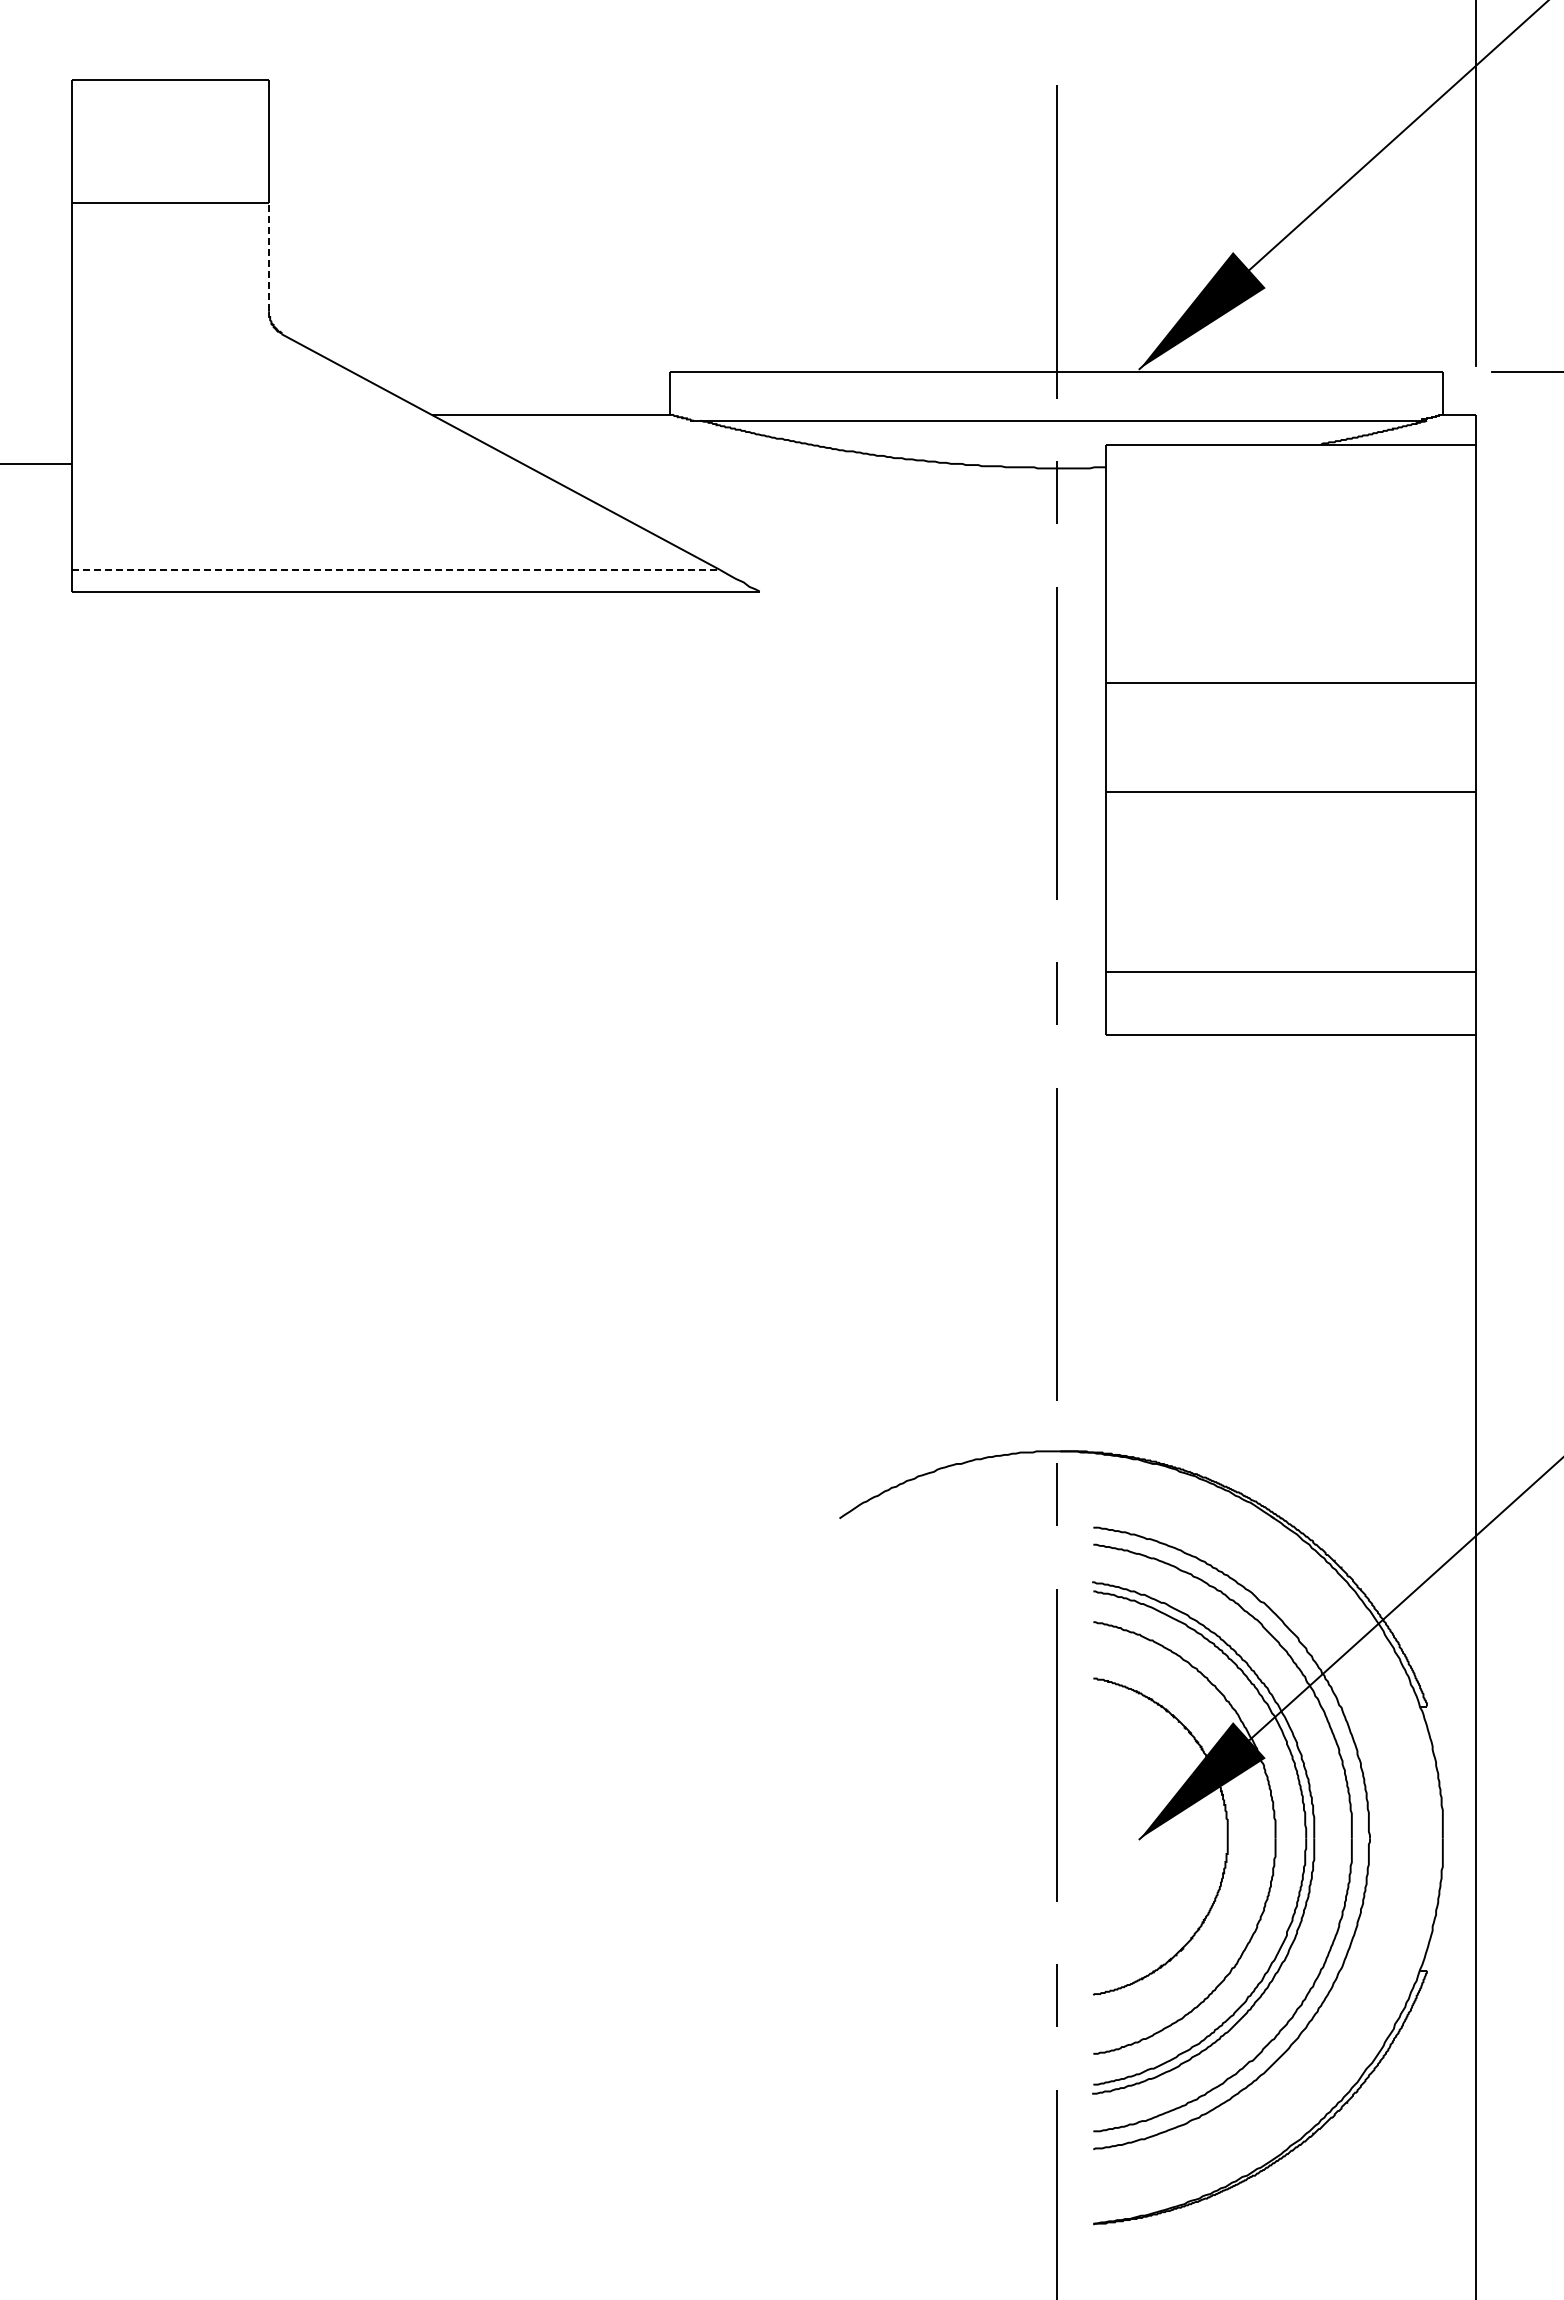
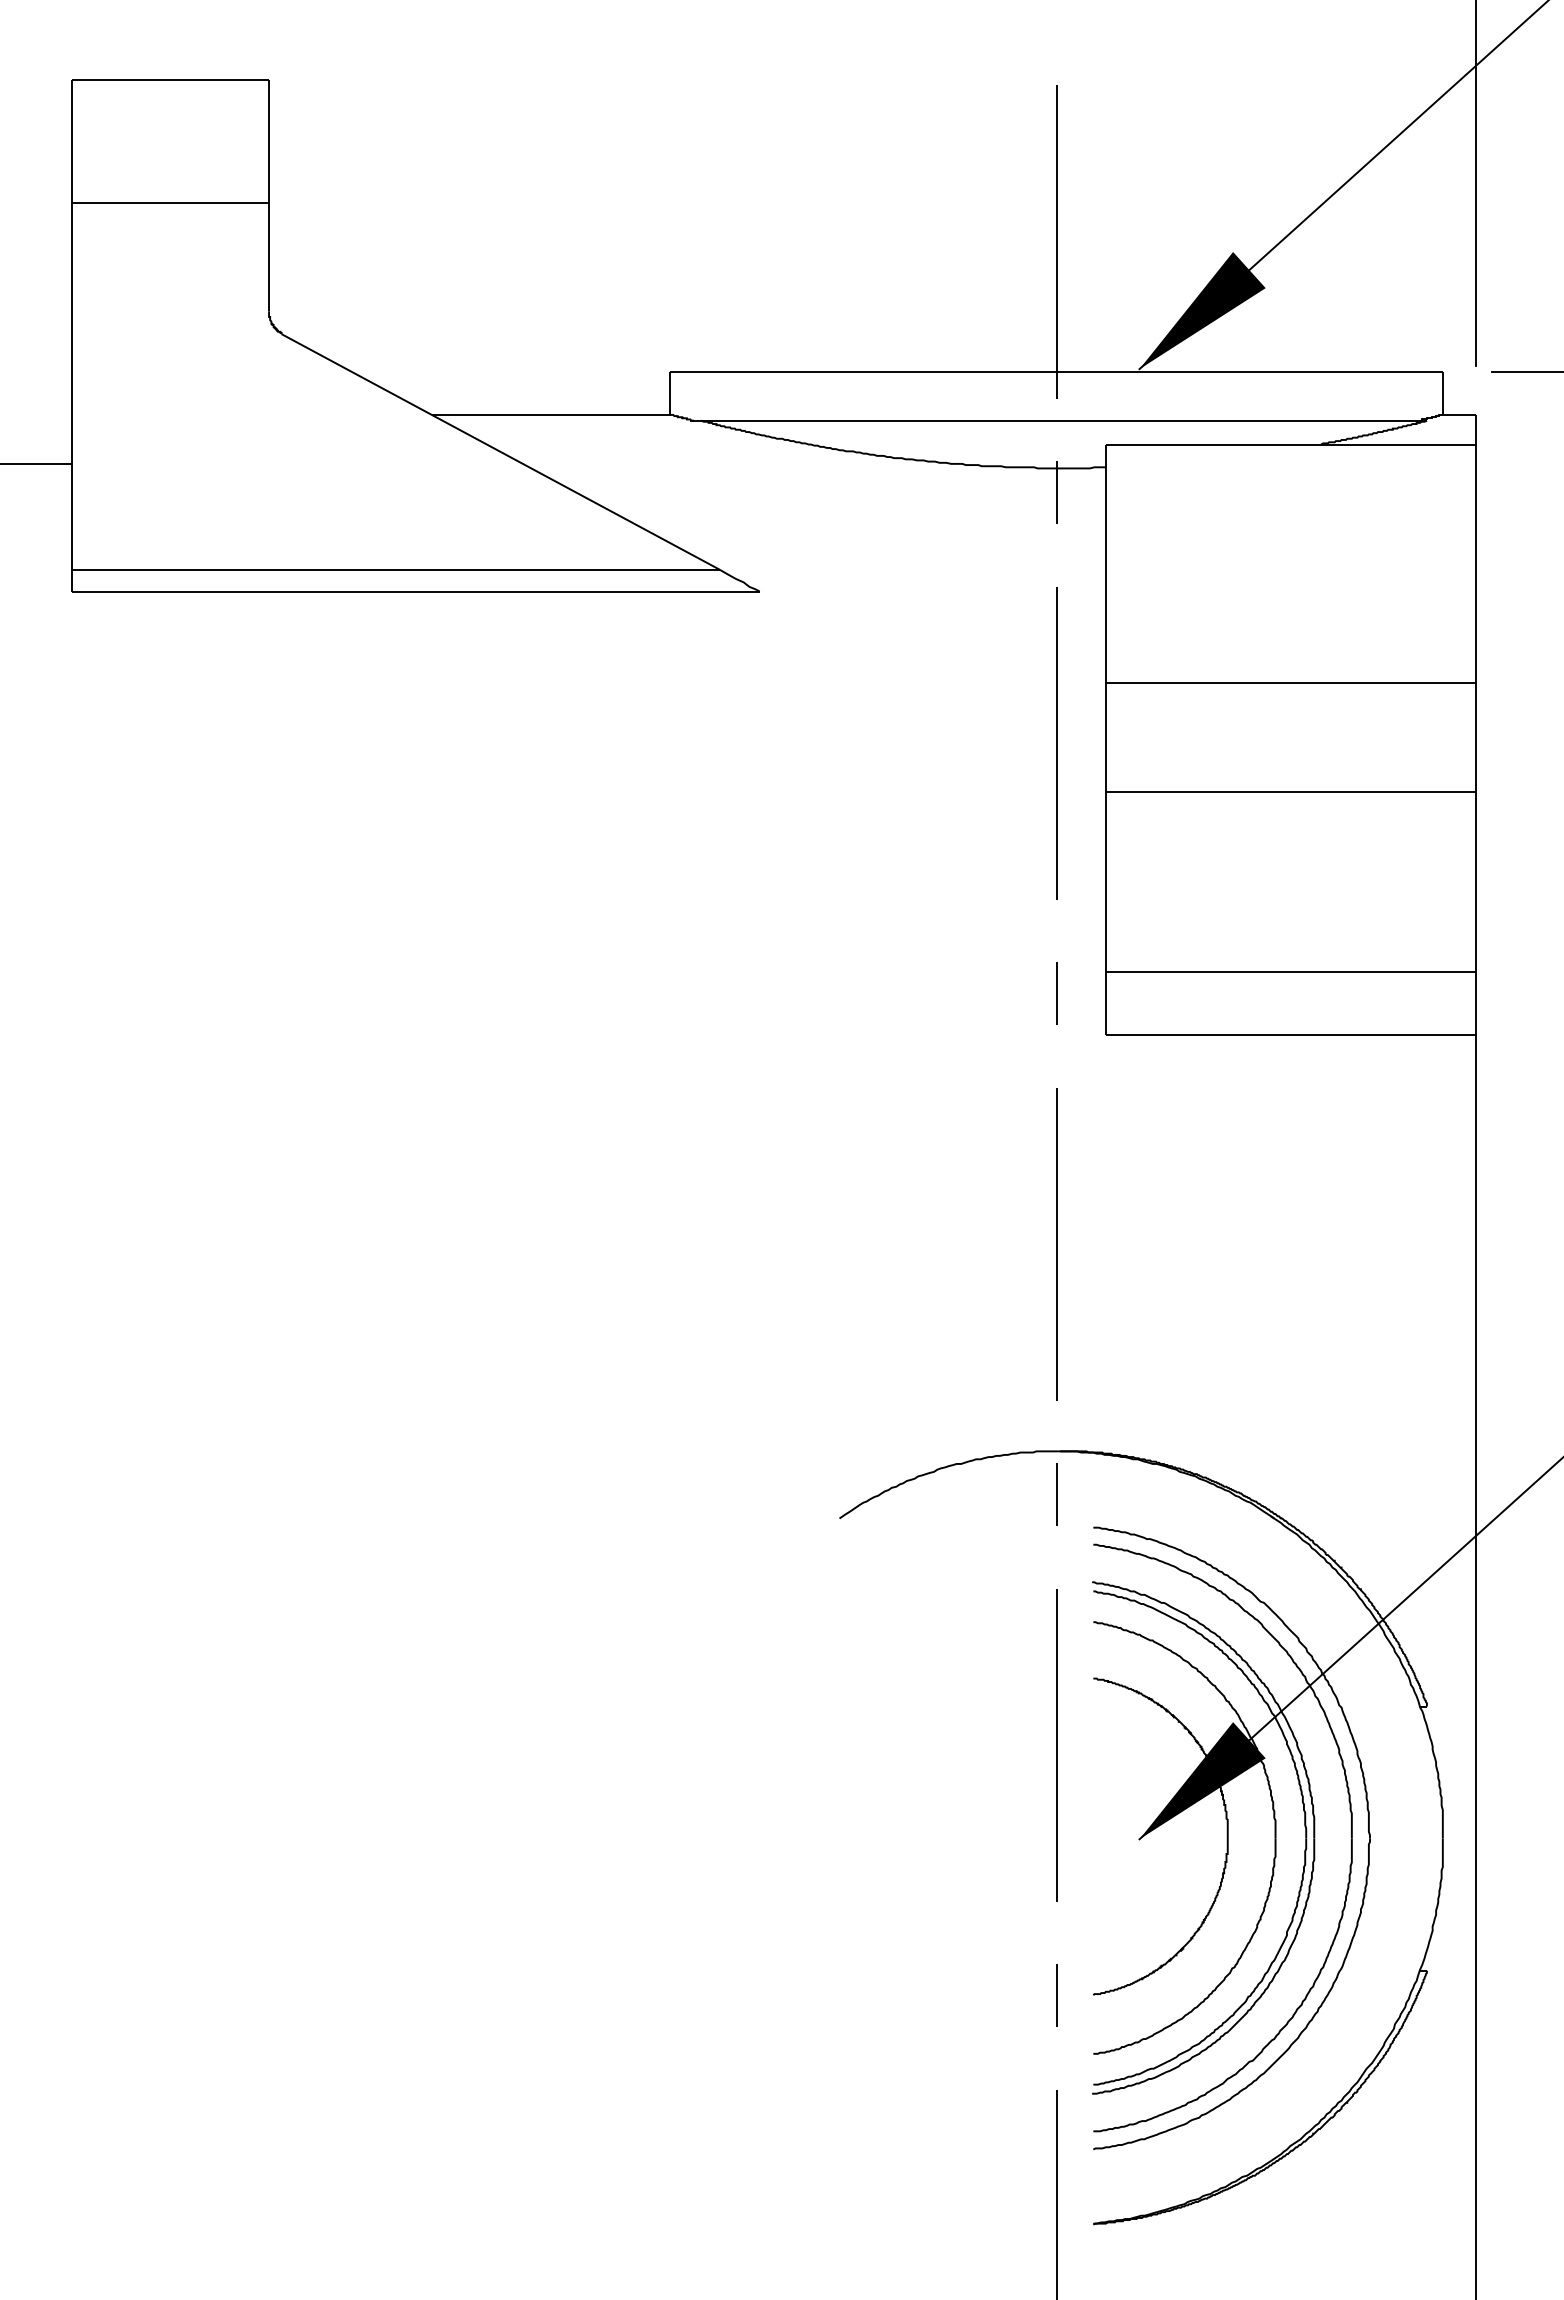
line at (269, 256): dashed -> solid
line at (396, 569): dashed -> solid
